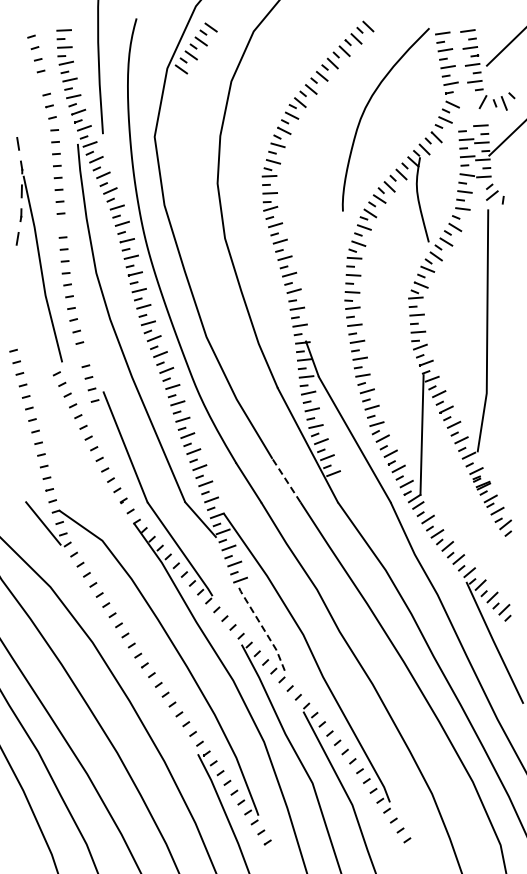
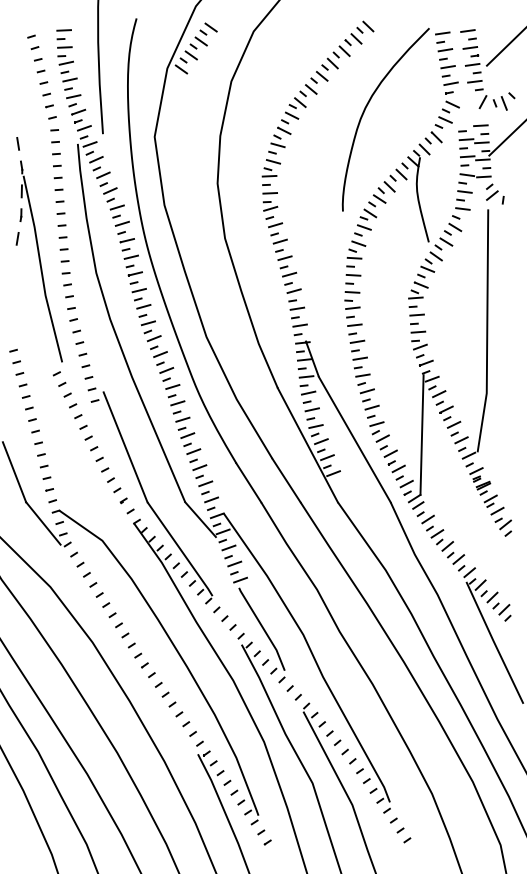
line at (43, 82): none -> present
line at (61, 225): none -> present
line at (82, 354): none -> present
line at (14, 472): none -> present
line at (286, 480): dashed -> solid
line at (263, 628): dashed -> solid
